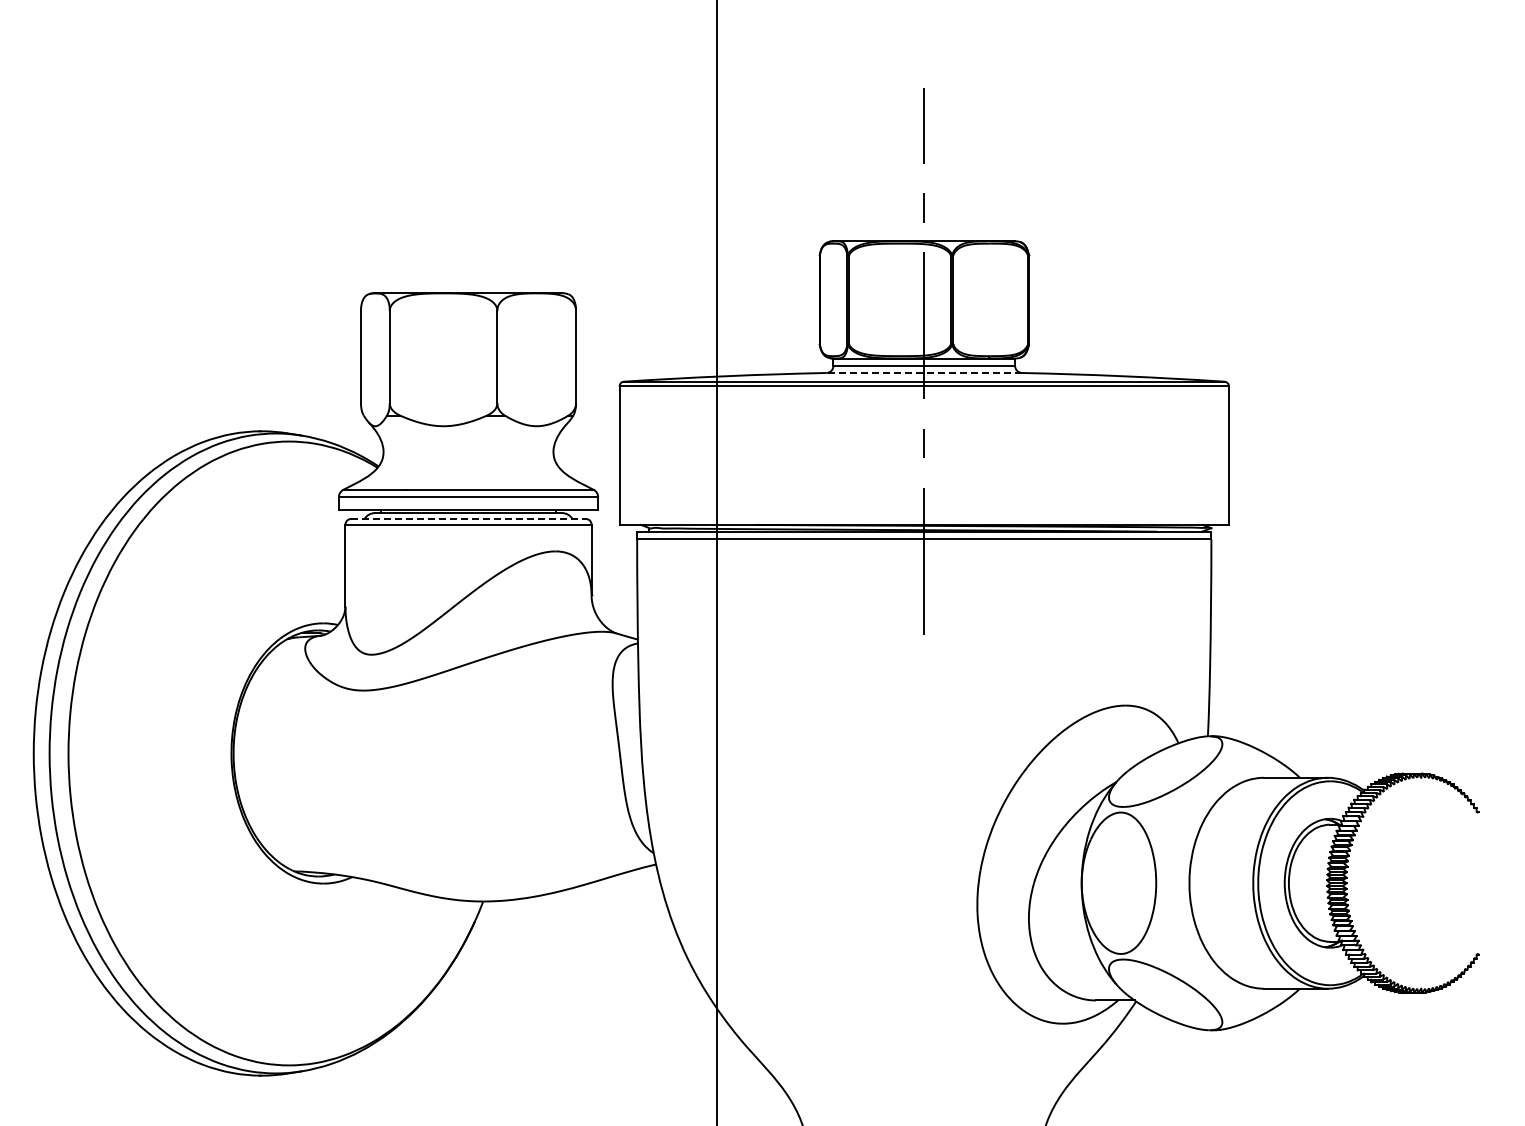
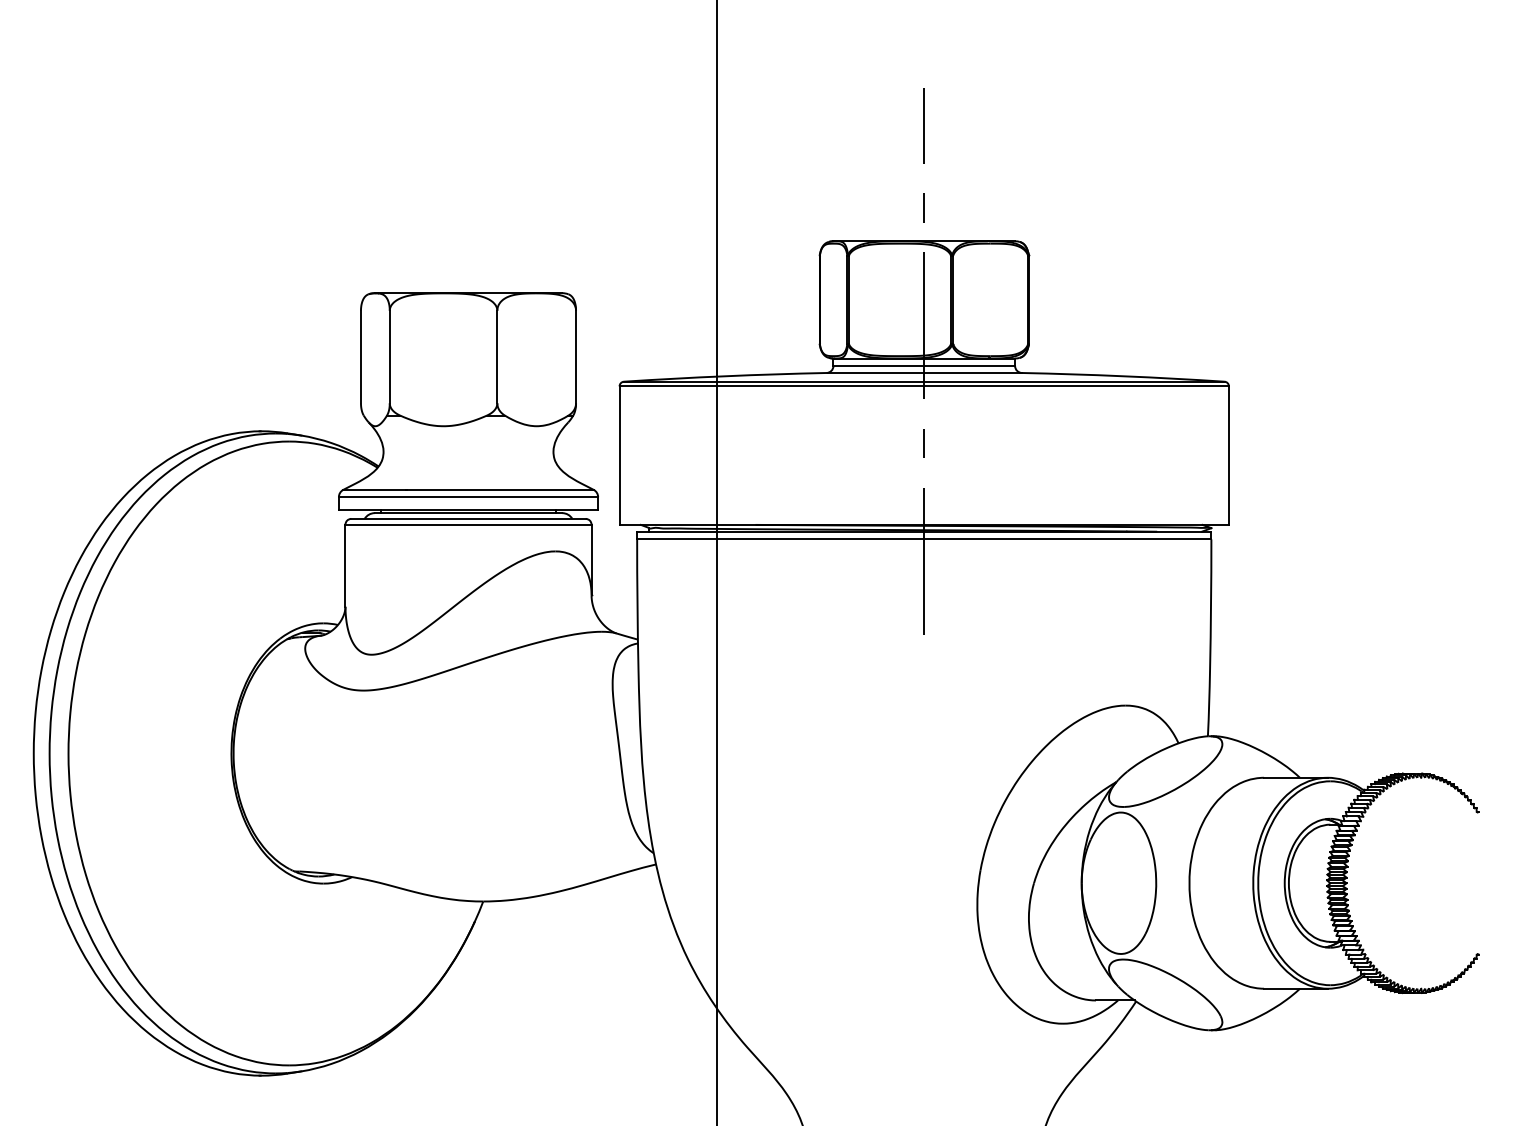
line at (924, 373): dashed -> solid
line at (469, 518): dashed -> solid
